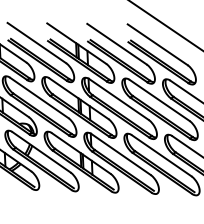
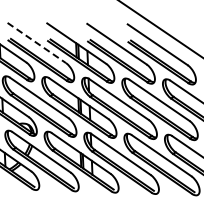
line at (165, 25) position: (165, 25) -> (160, 29)
line at (37, 43): solid -> dashed
